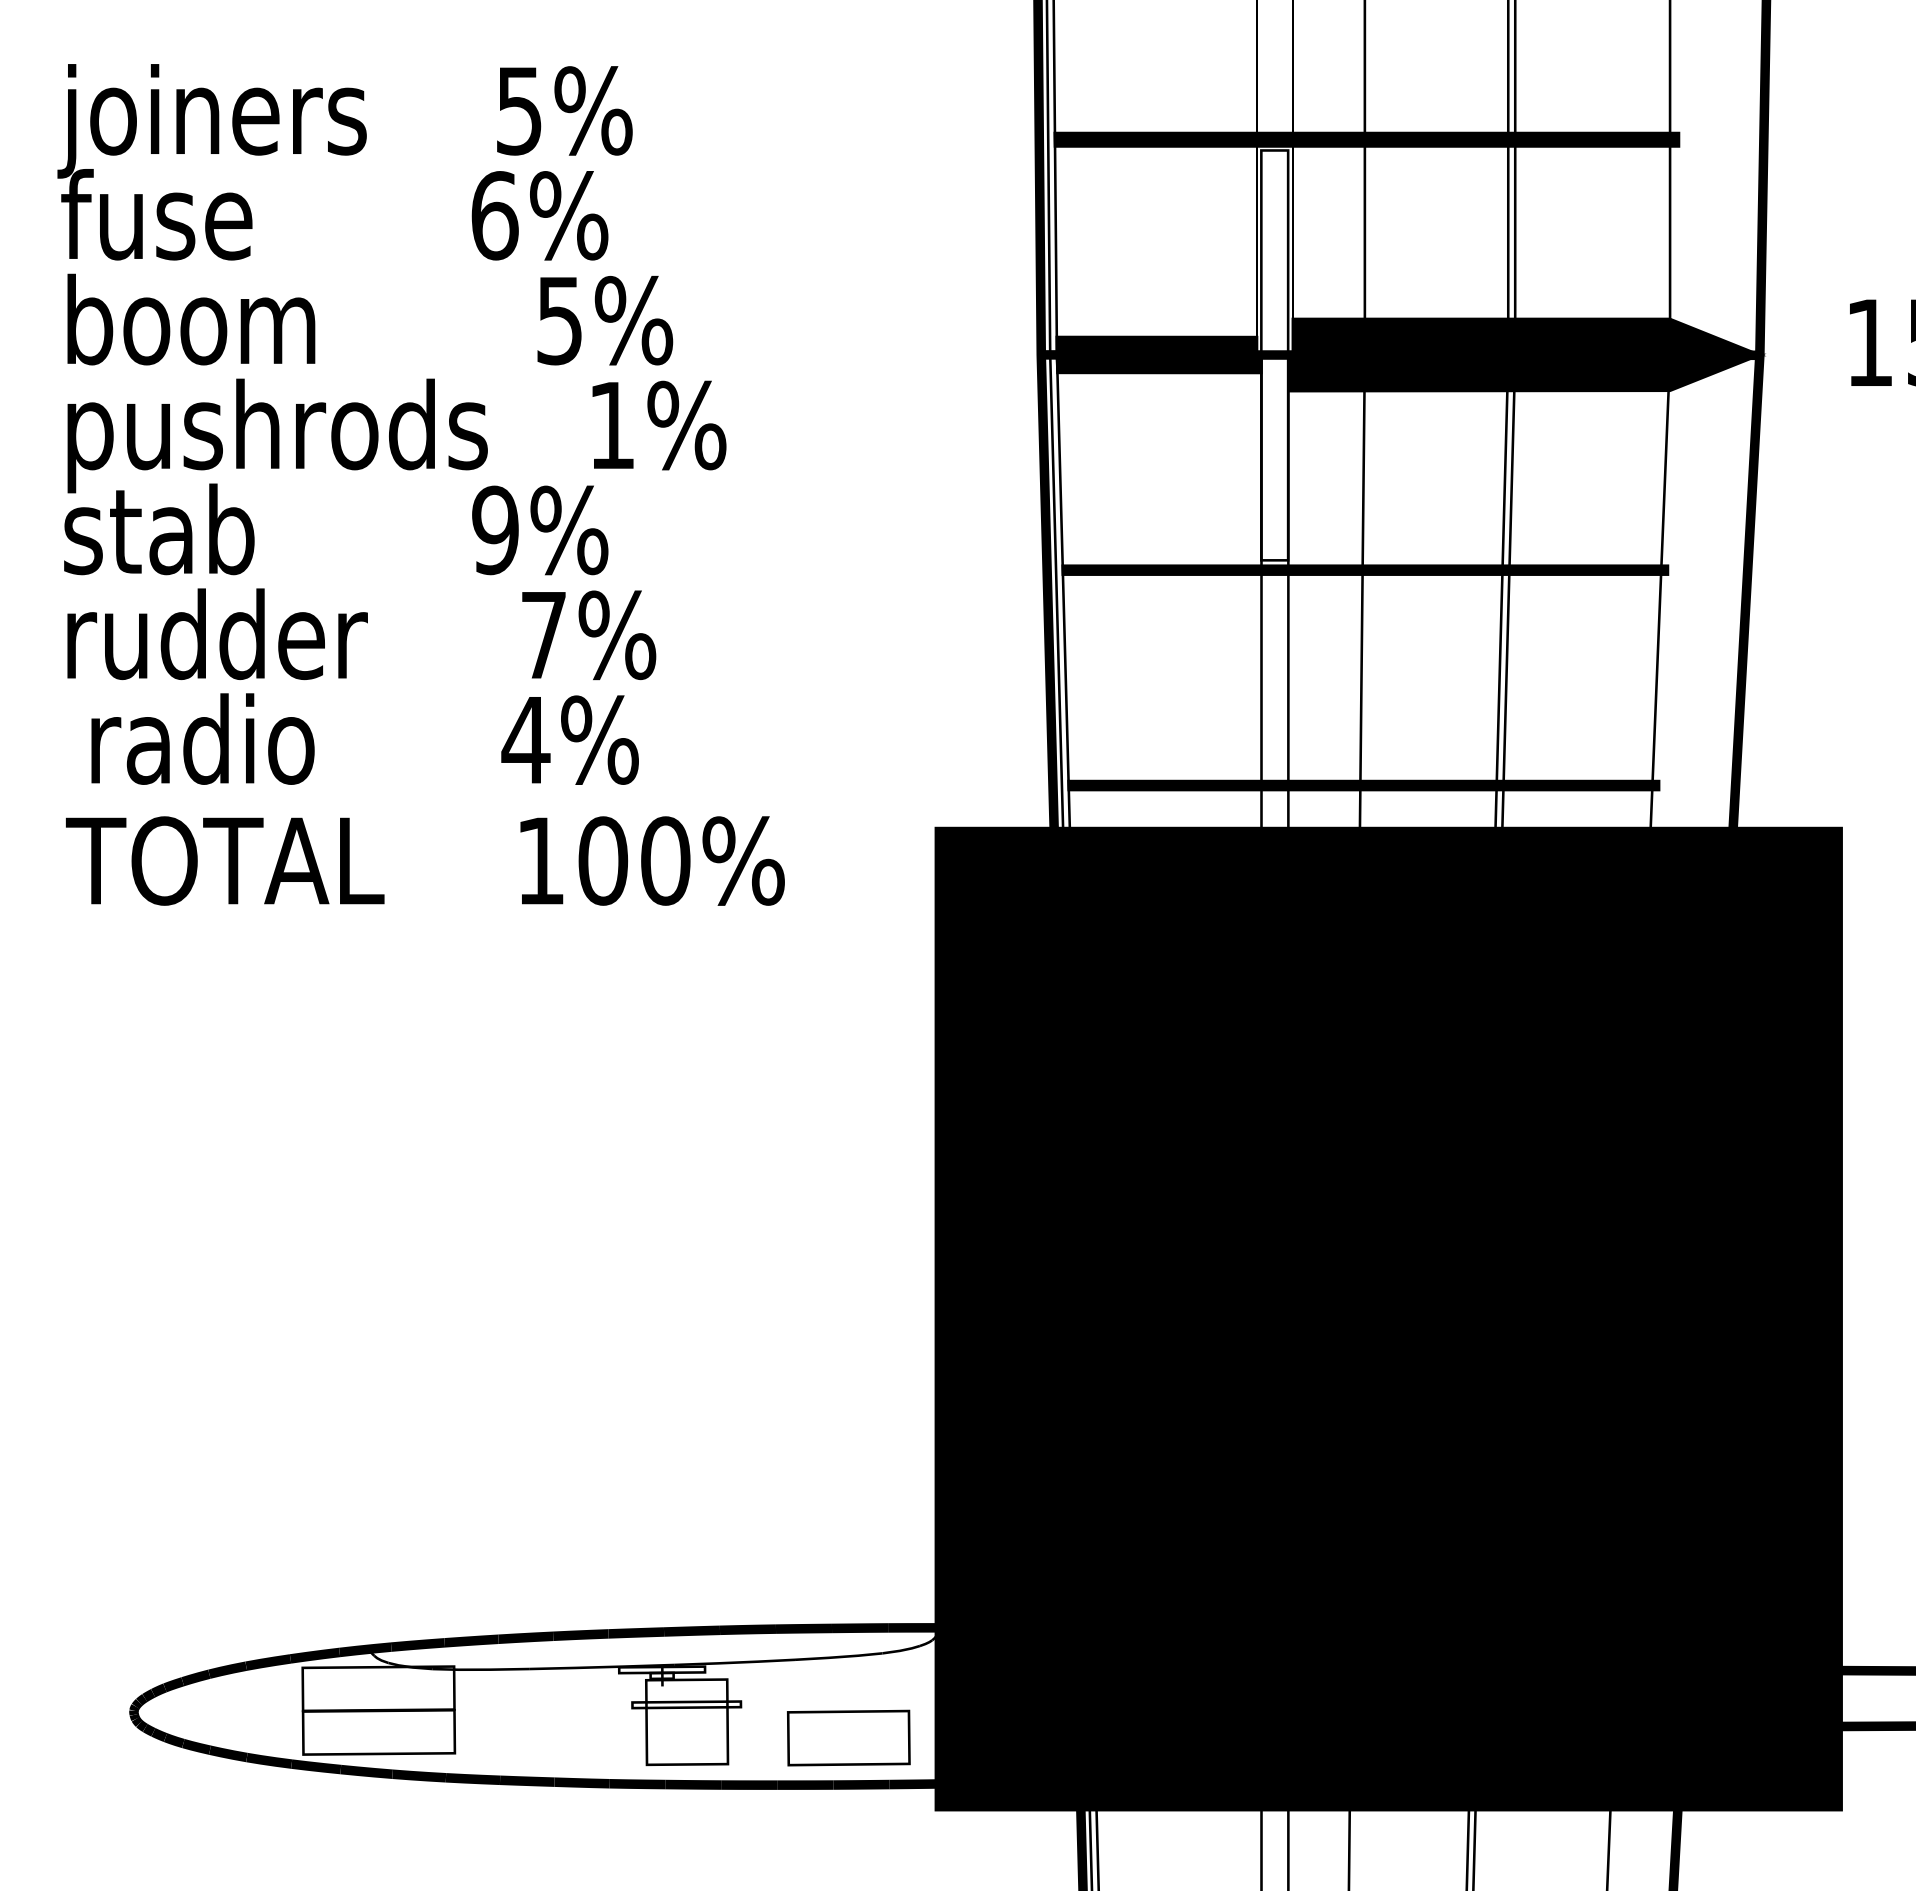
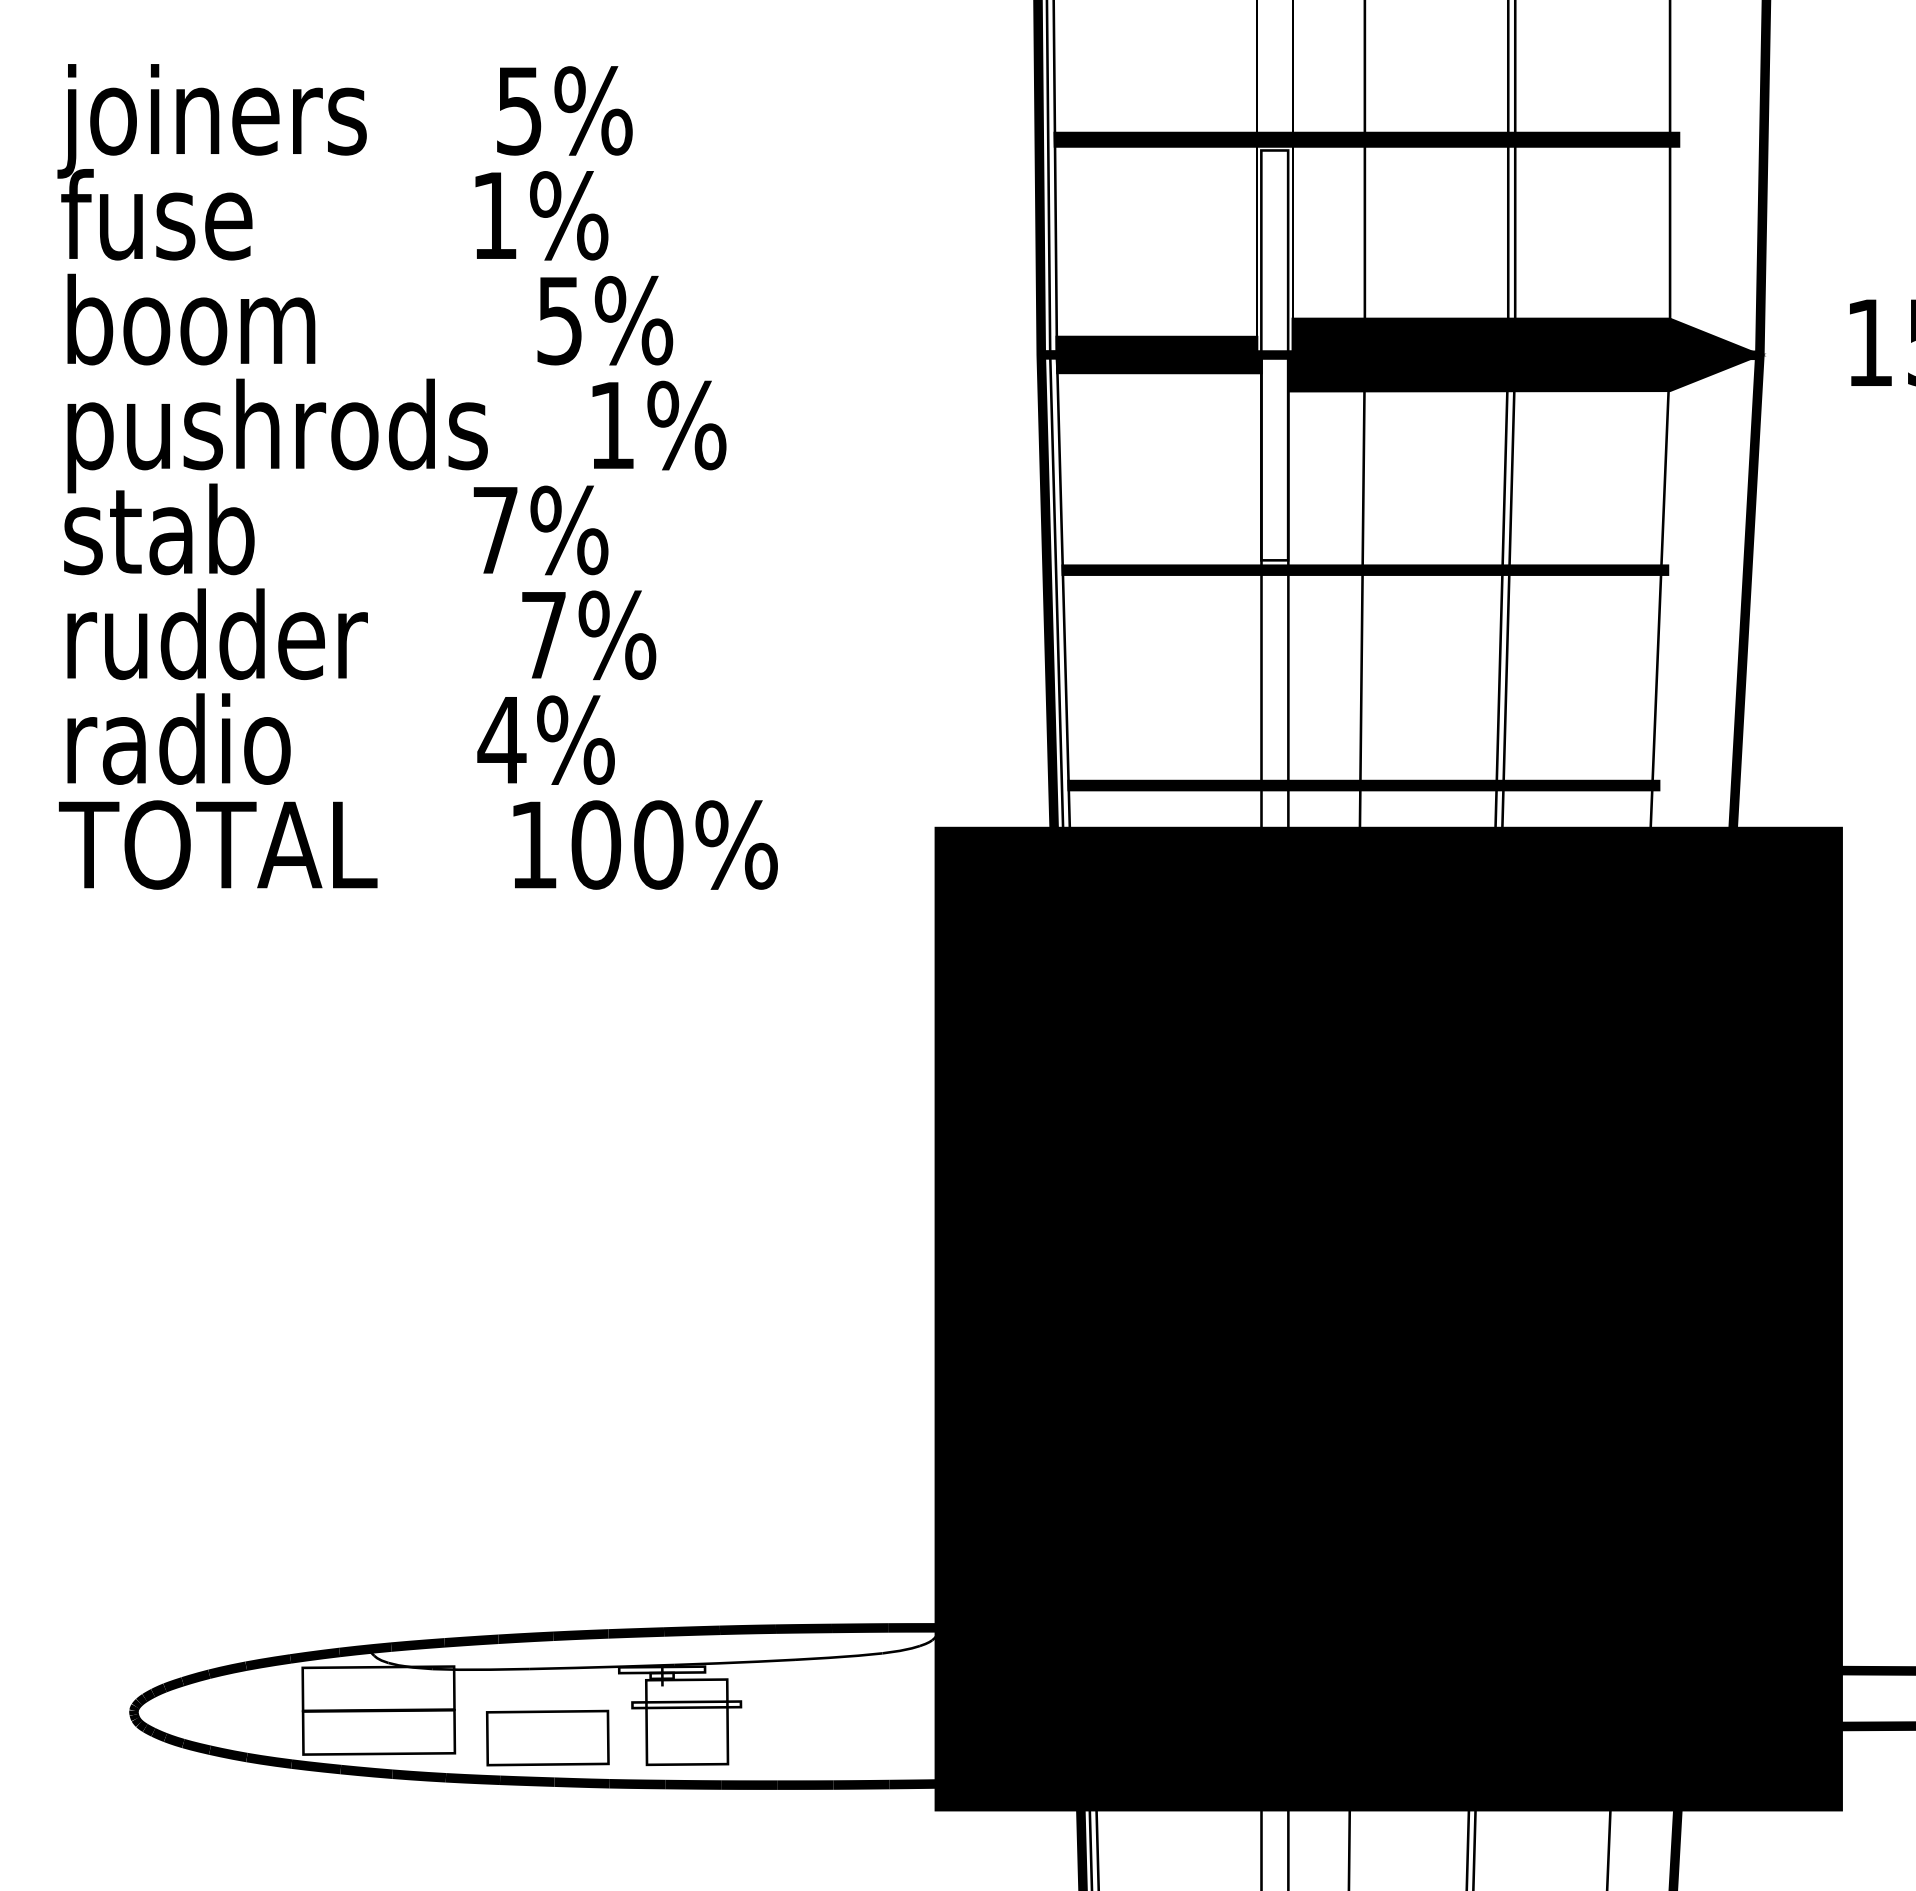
text at (494, 215): 6% -> 1%
text at (495, 530): 9% -> 7%
text at (364, 738) position: (364, 738) -> (340, 738)
text at (425, 860) position: (425, 860) -> (418, 844)
part at (848, 1737) position: (848, 1737) -> (547, 1737)
